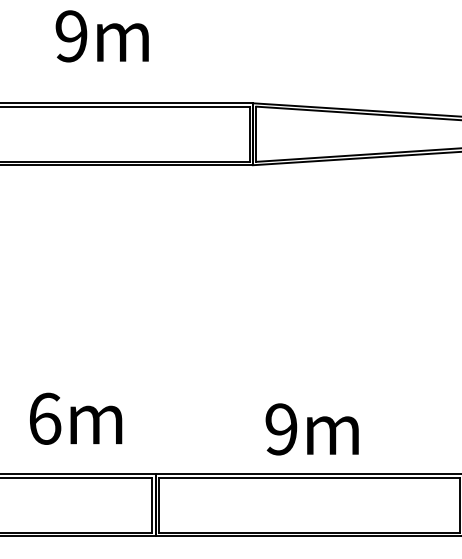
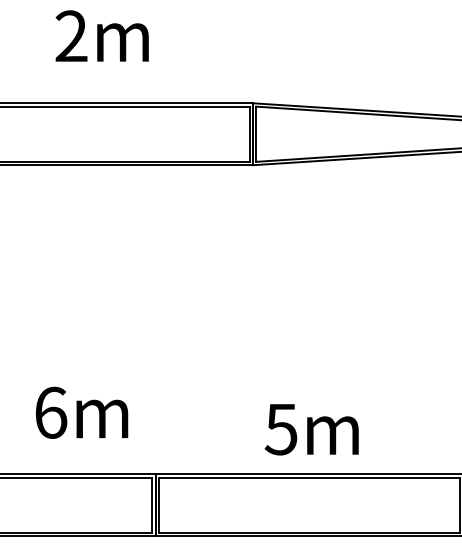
text at (71, 36): 9m -> 2m
text at (76, 418) position: (76, 418) -> (82, 412)
text at (280, 429): 9m -> 5m
